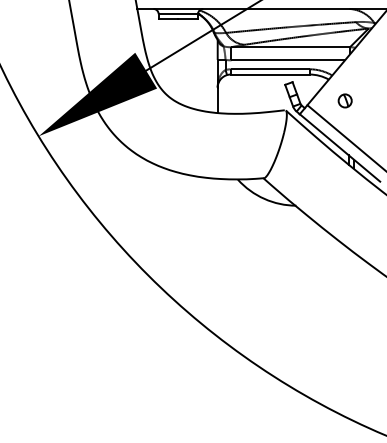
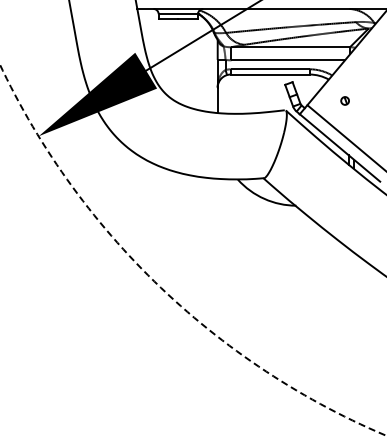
part at (344, 100) size: 16x16 px -> 10x10 px
circle at (193, 249): solid -> dashed
